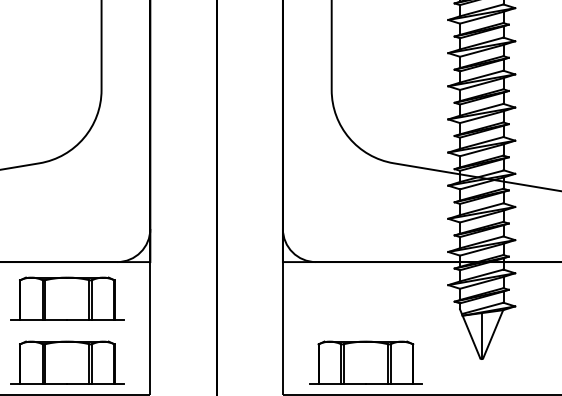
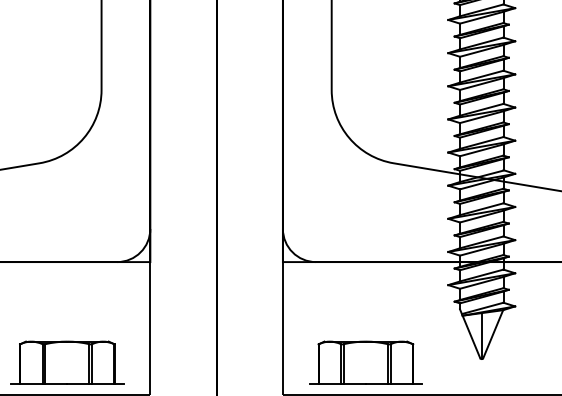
part at (67, 298): present -> none
